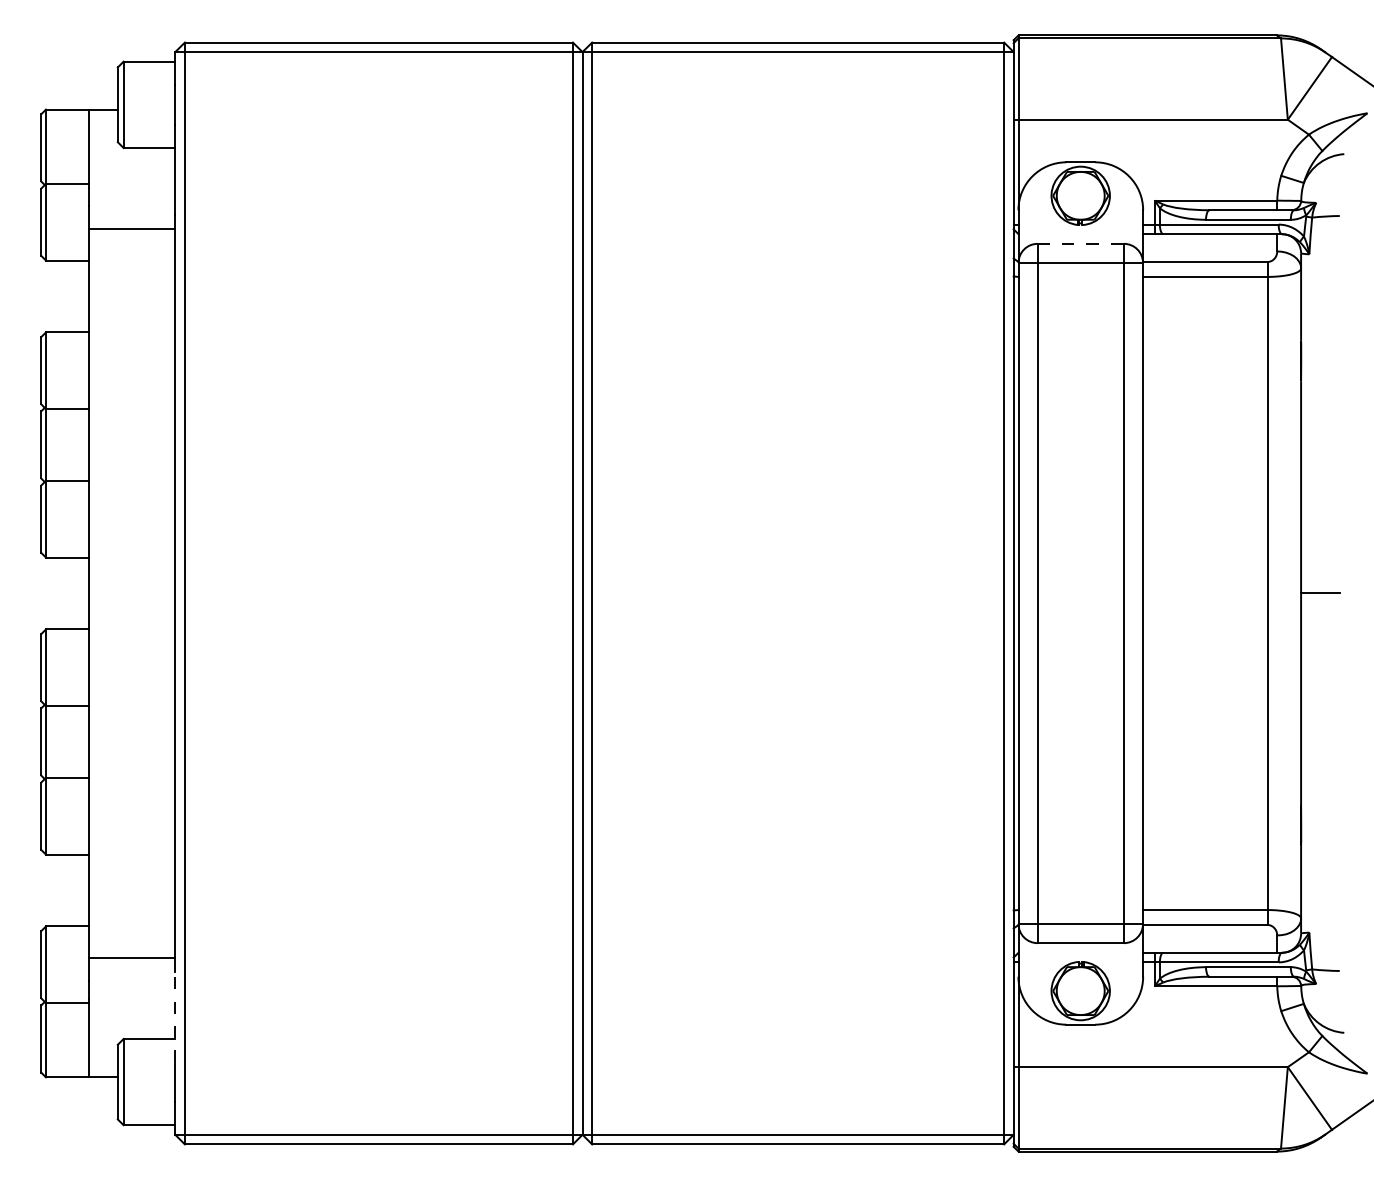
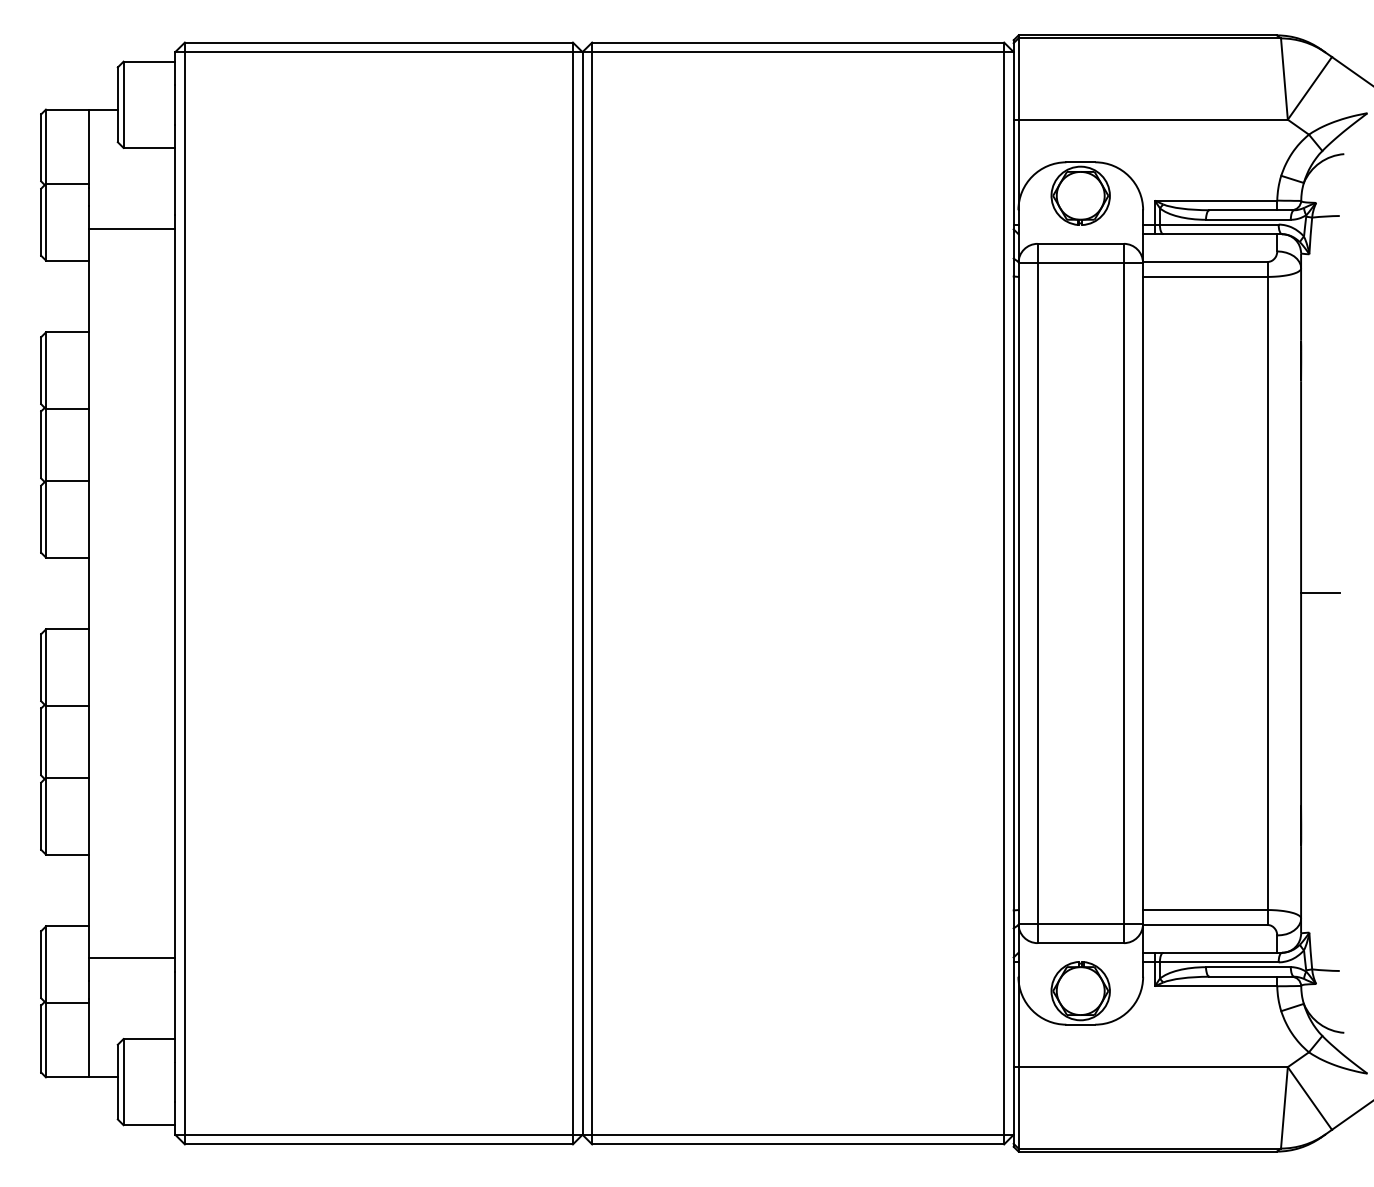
line at (1081, 243): dashed -> solid
line at (175, 1016): dashed -> solid
